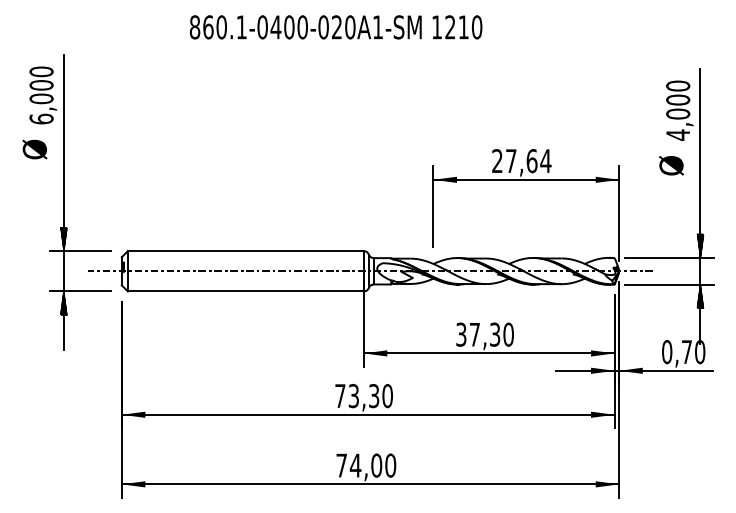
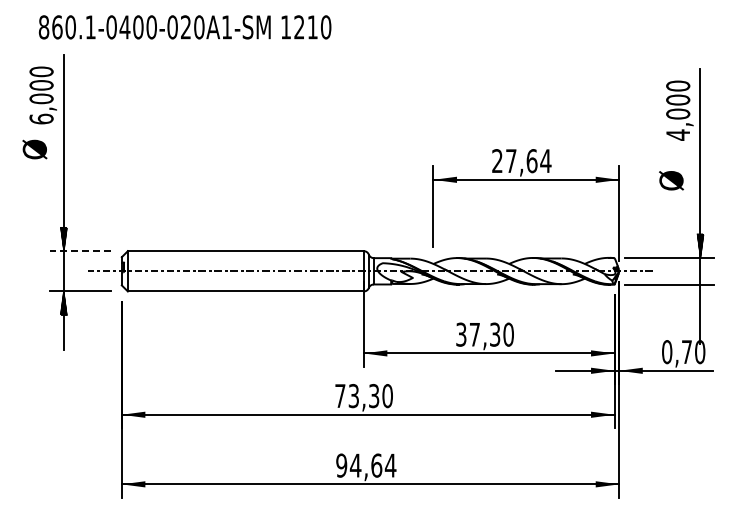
text at (335, 27) position: (335, 27) -> (184, 27)
text at (671, 165) position: (671, 165) -> (671, 180)
line at (80, 251): solid -> dashed
hatch at (700, 296): present -> none
text at (366, 465): 74,00 -> 94,64
